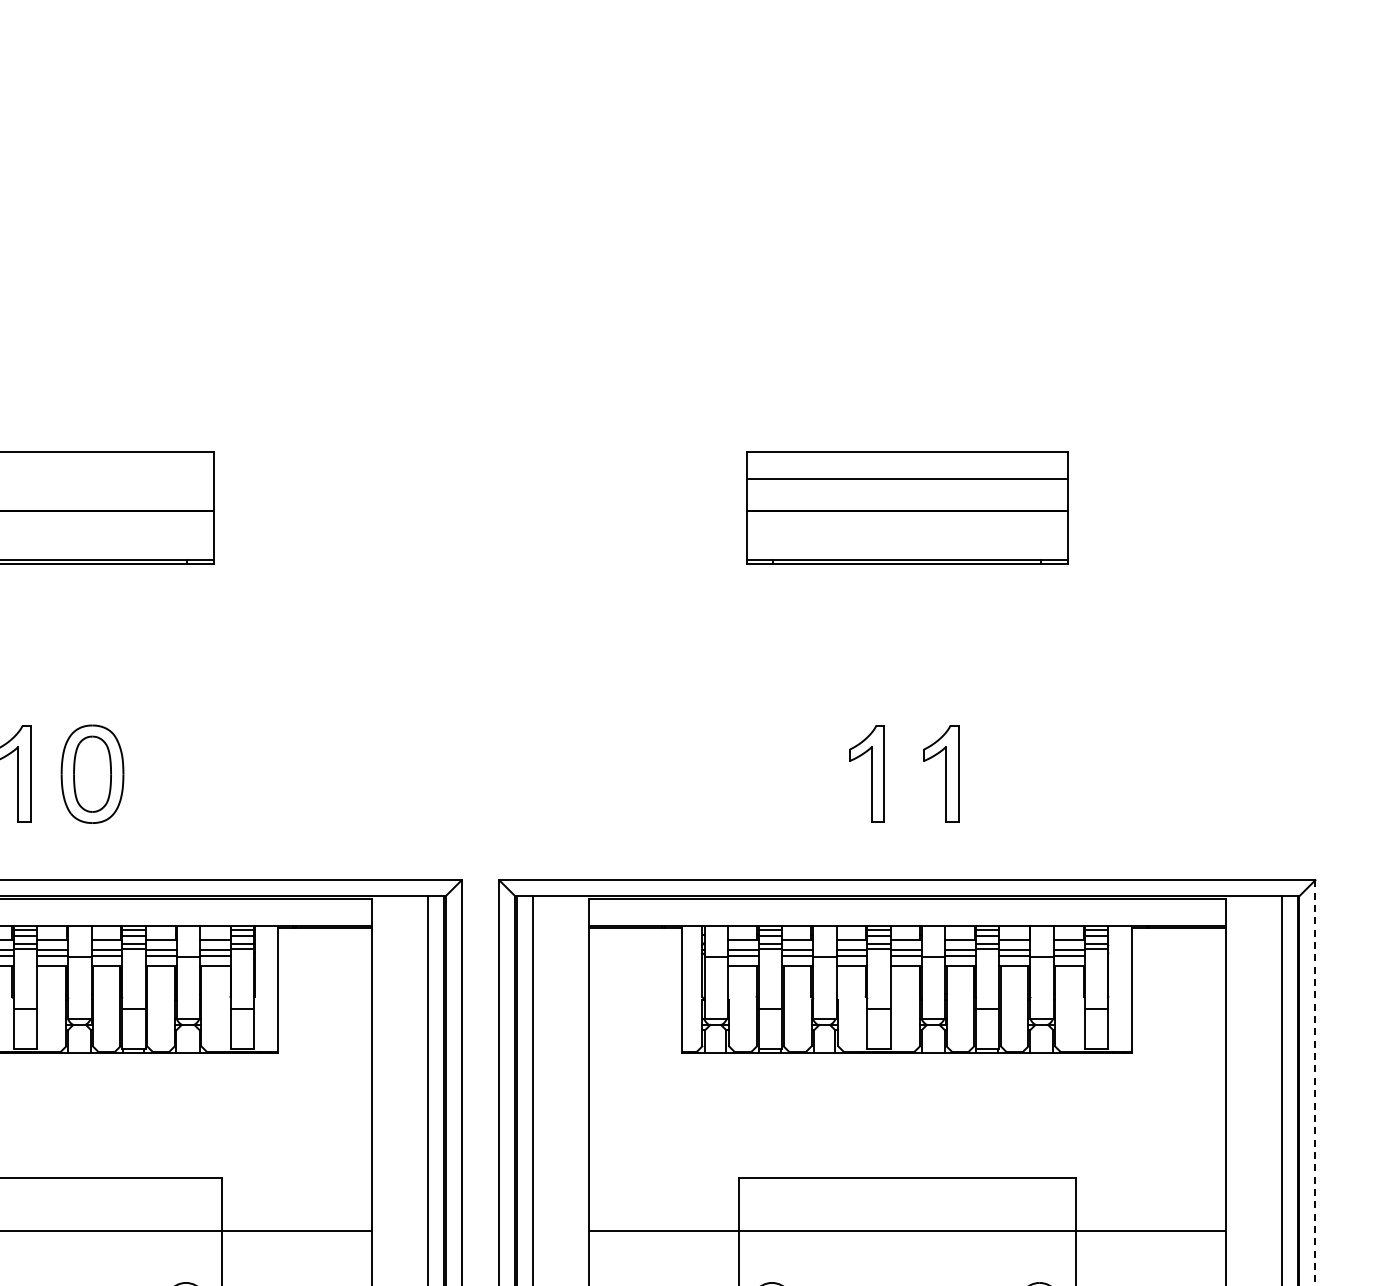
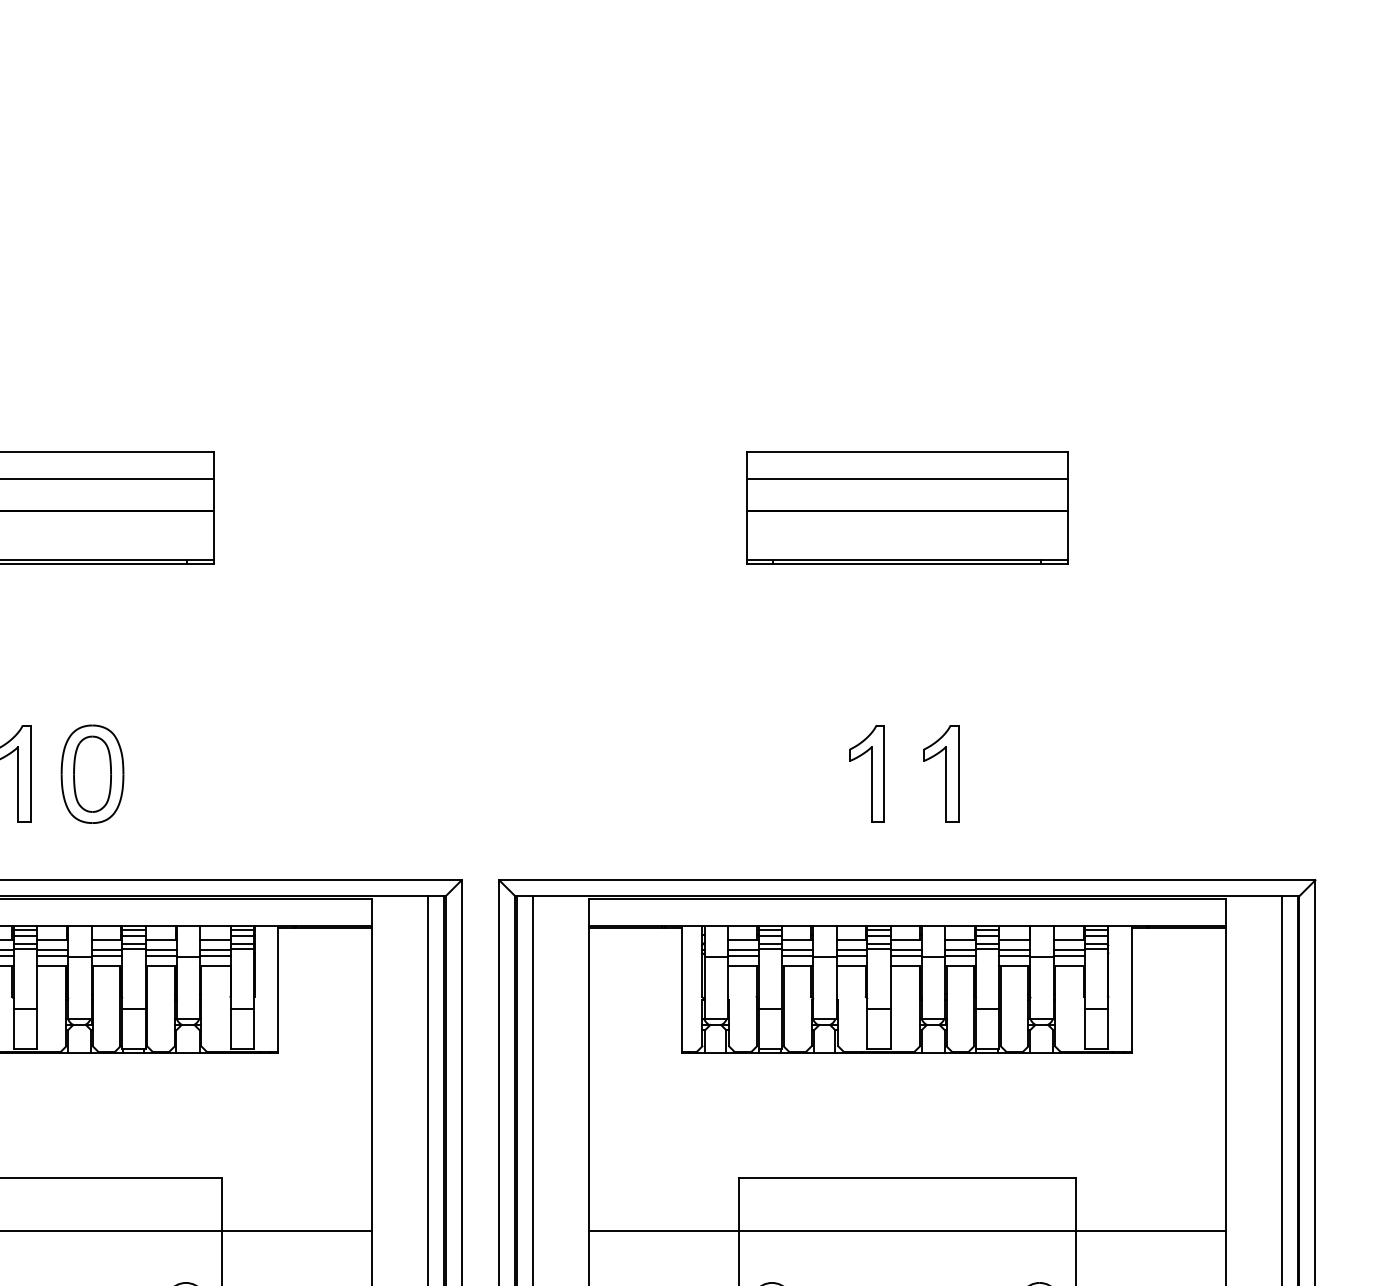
line at (108, 479): none -> present
line at (1315, 1082): dashed -> solid
